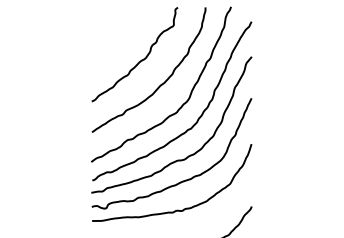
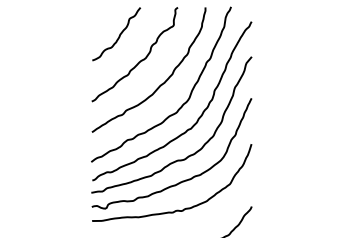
curve at (118, 36): none -> present
